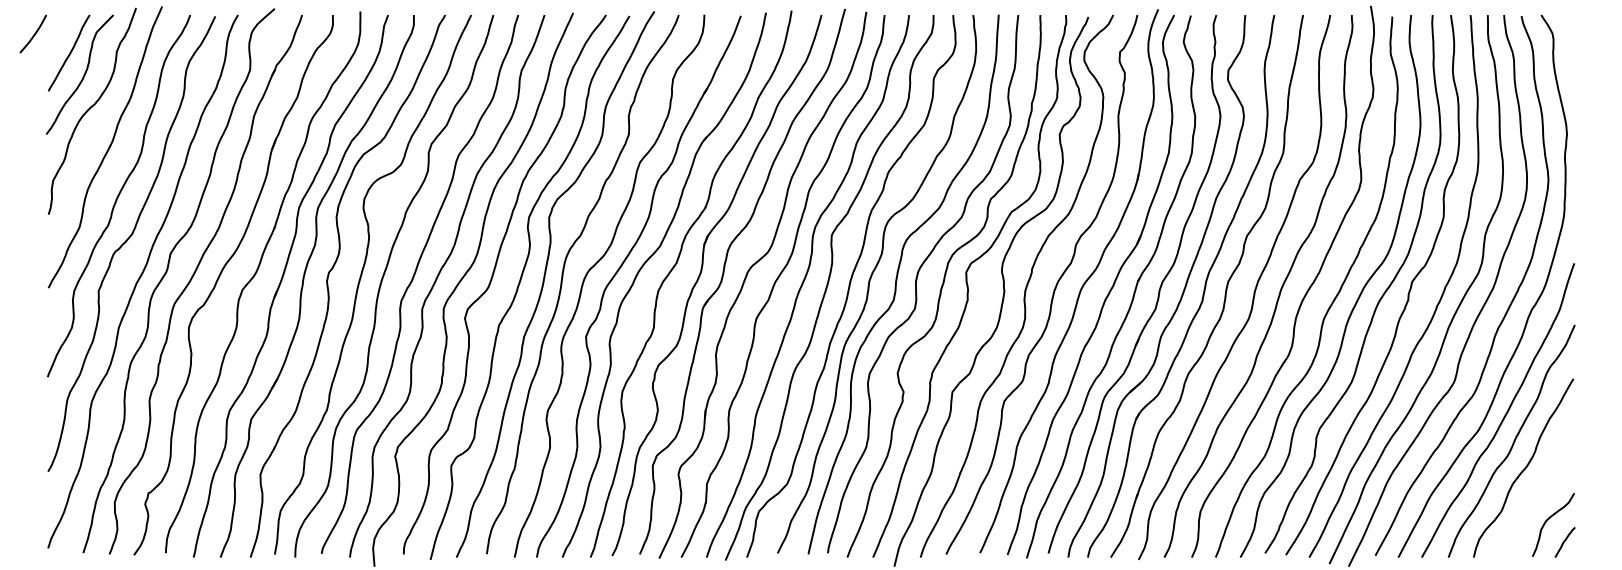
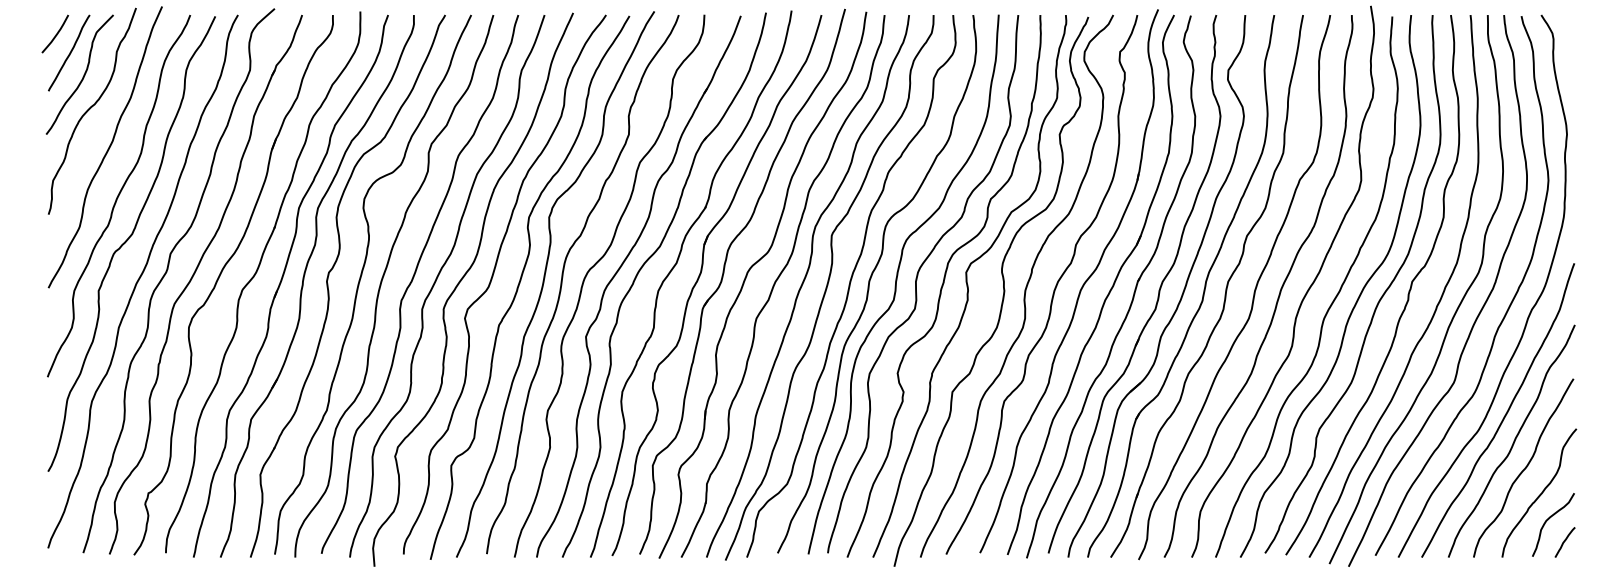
curve at (33, 34) position: (33, 34) -> (55, 34)
curve at (1540, 493): none -> present
